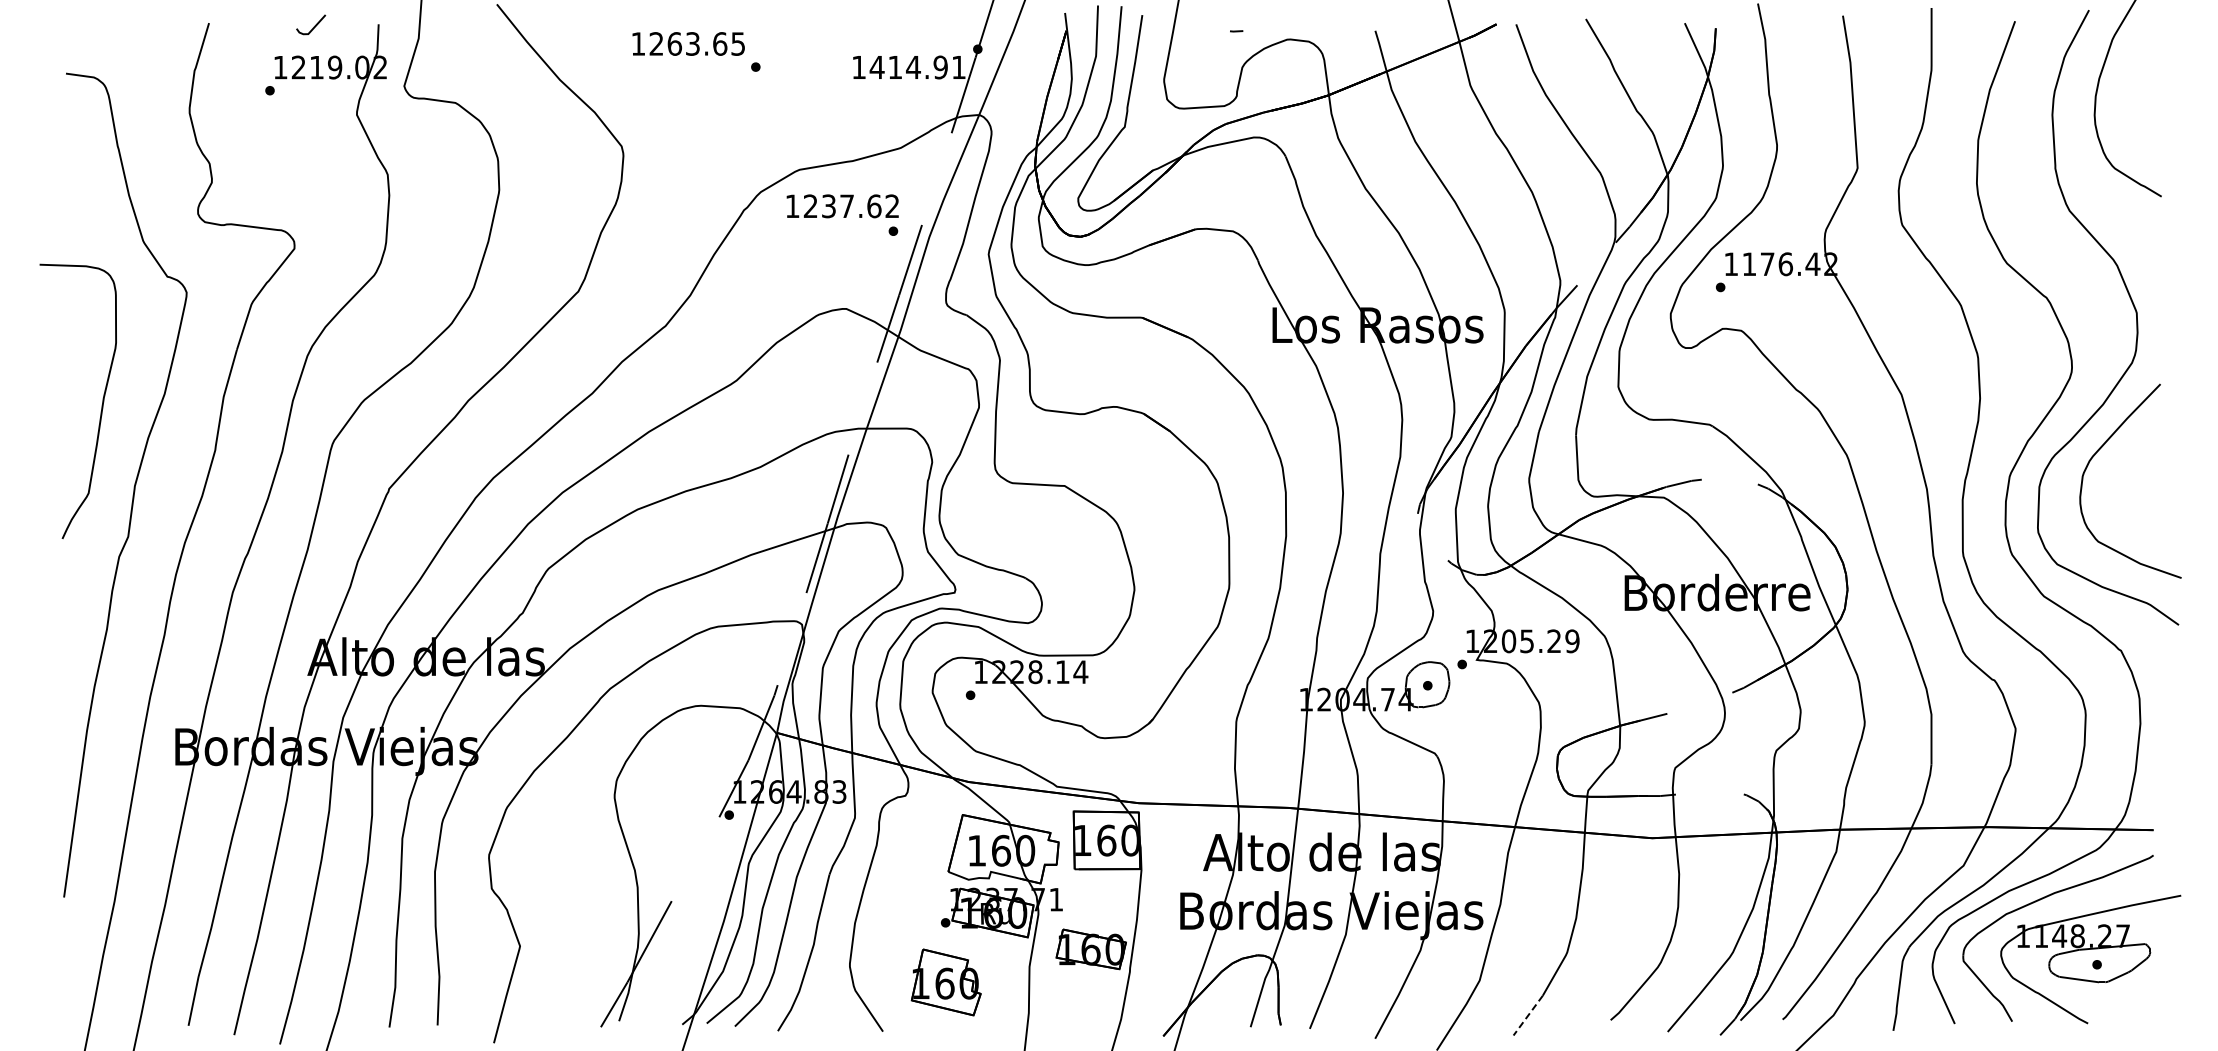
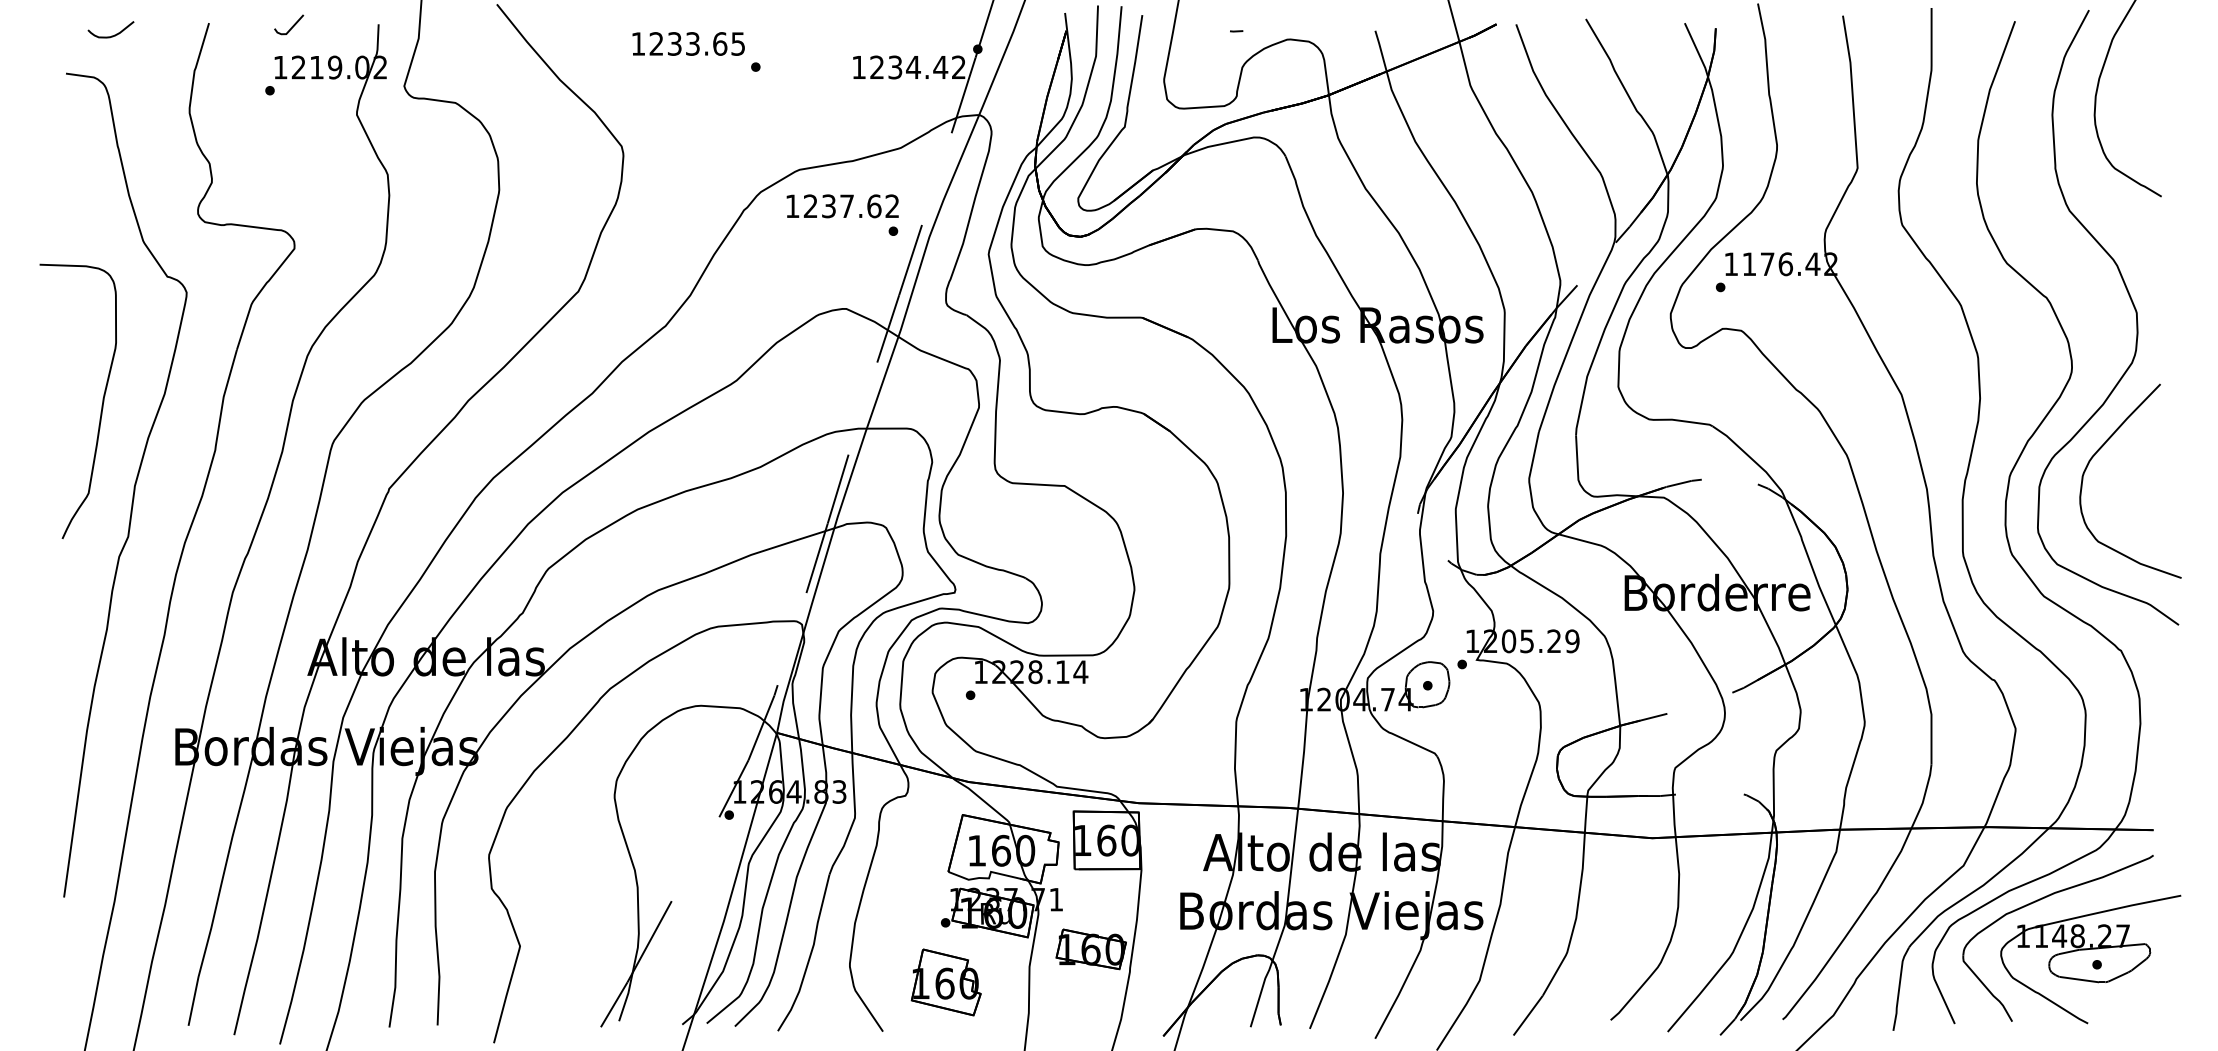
line at (313, 26) position: (313, 26) -> (291, 26)
curve at (111, 35): none -> present
text at (674, 43): 1263.65 -> 1233.65
text at (917, 67): 1414.91 -> 1234.42
line at (1528, 1015): dashed -> solid
